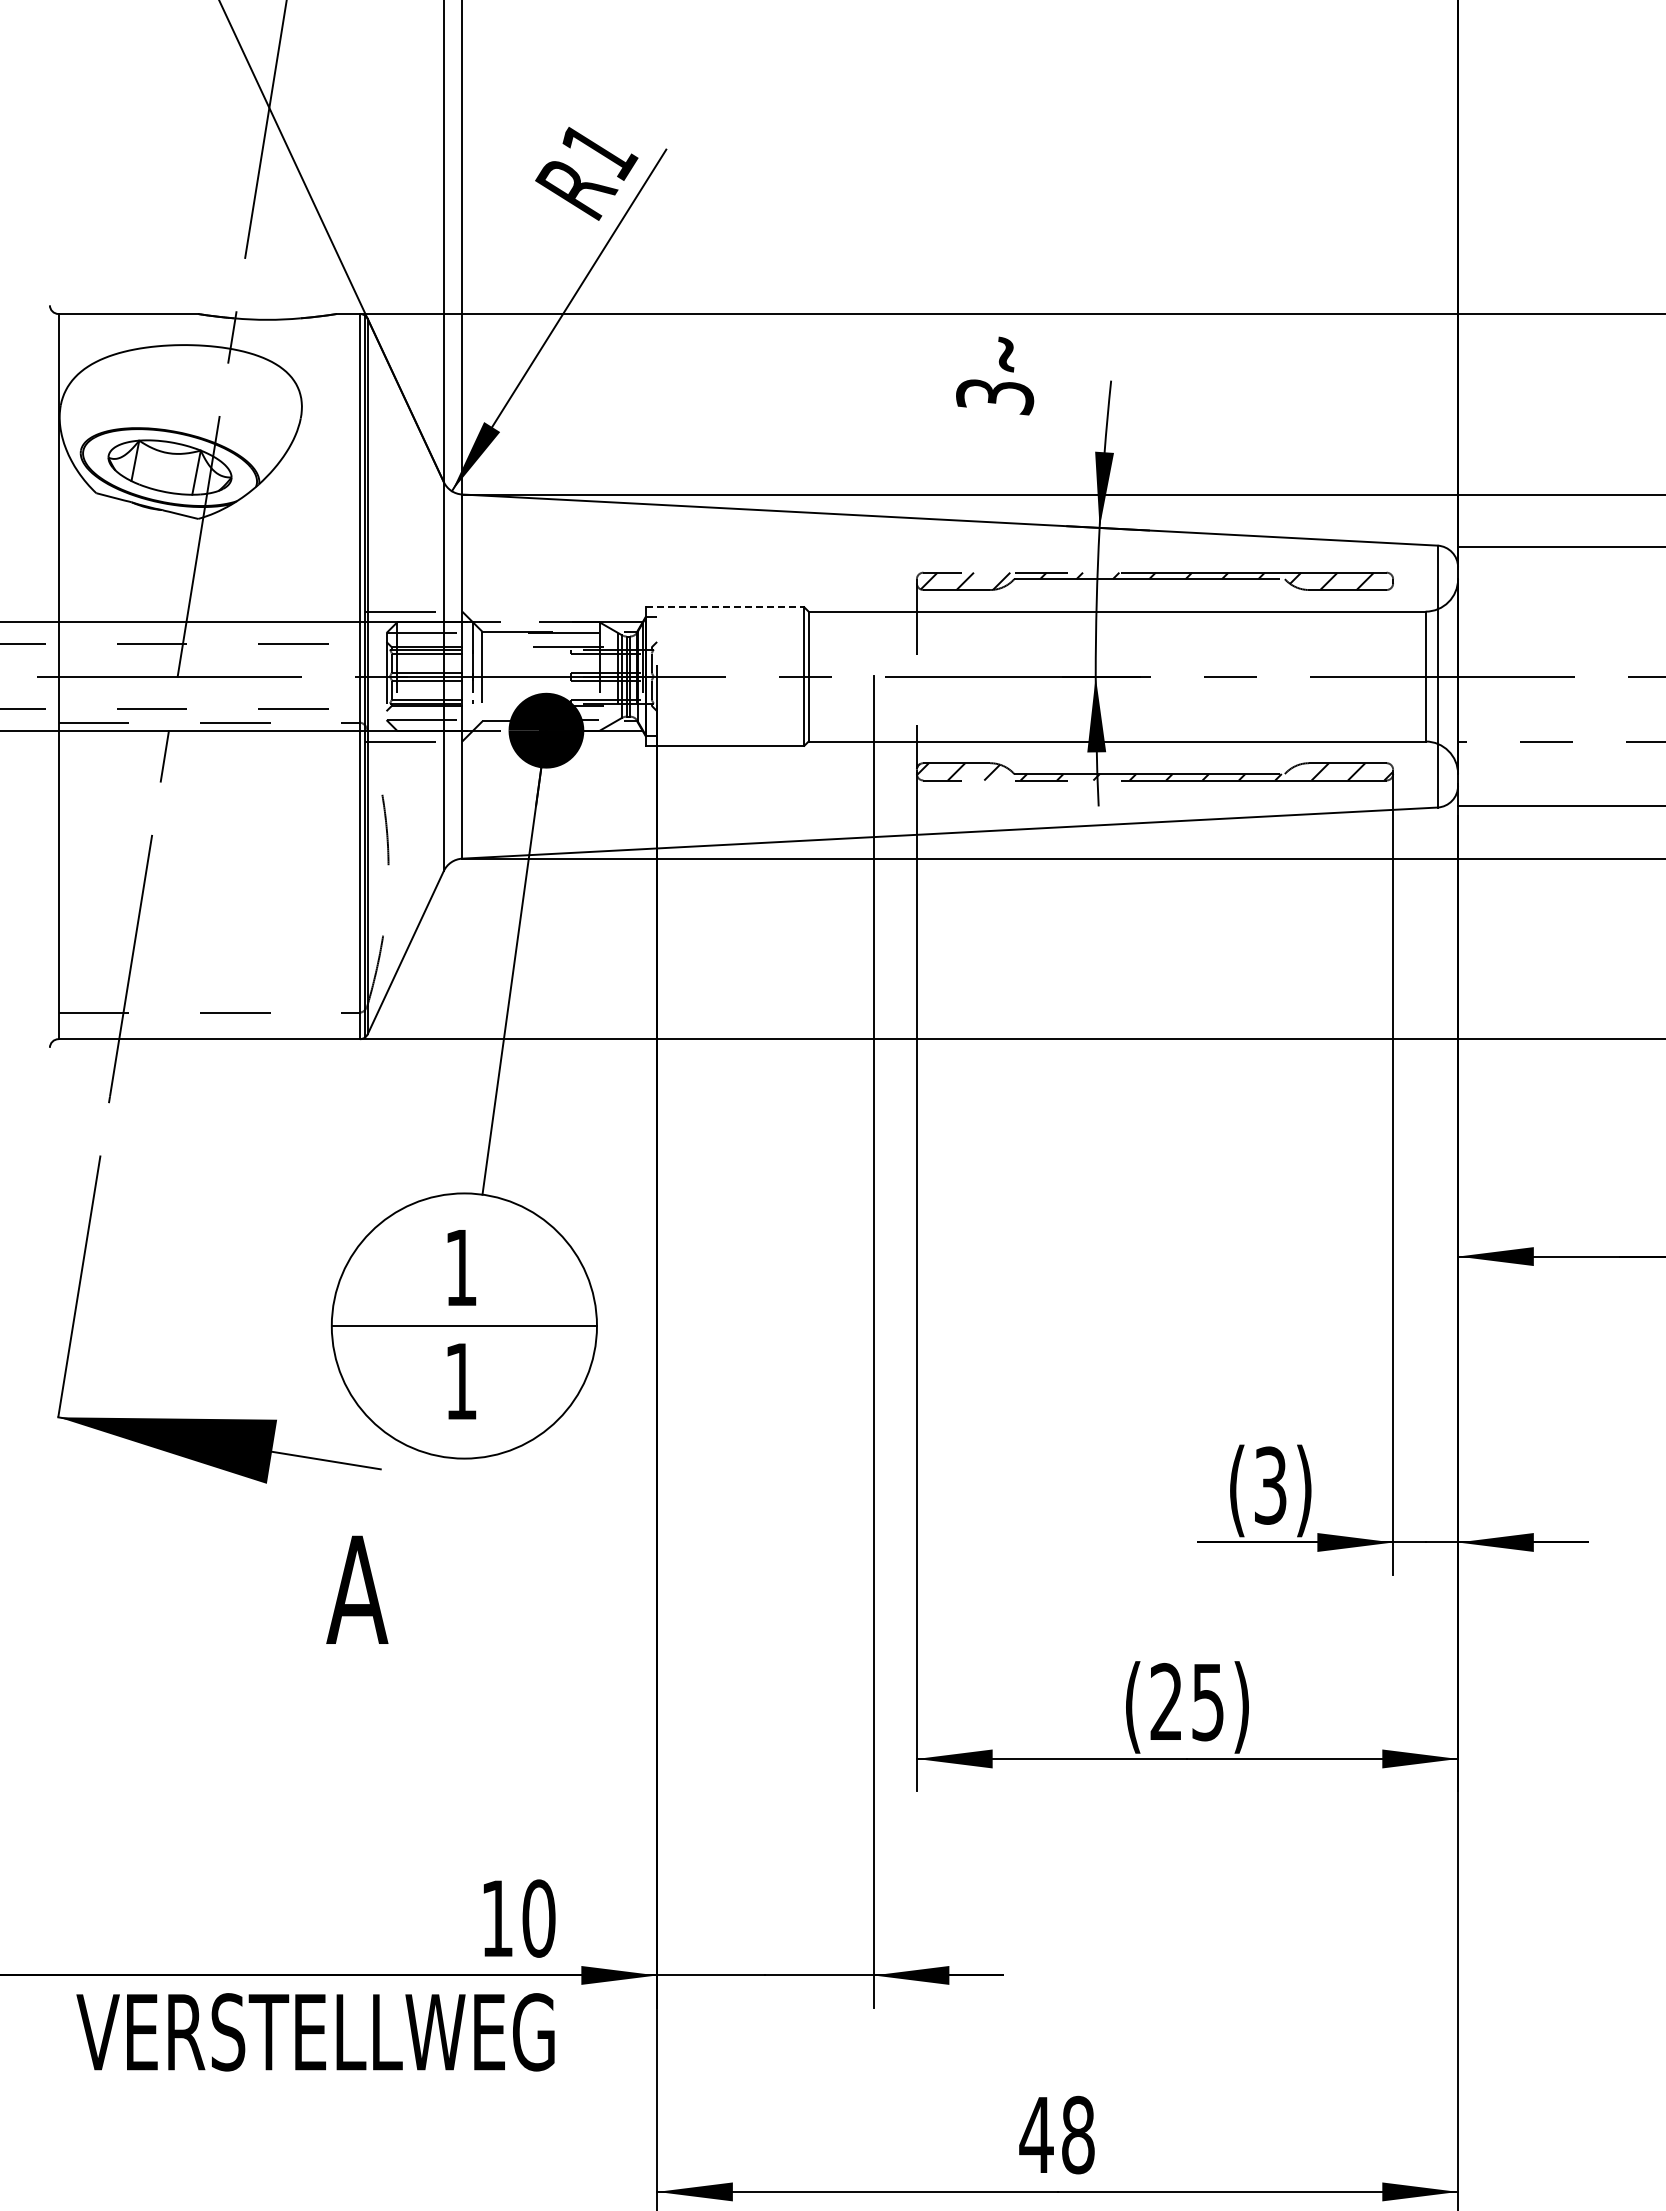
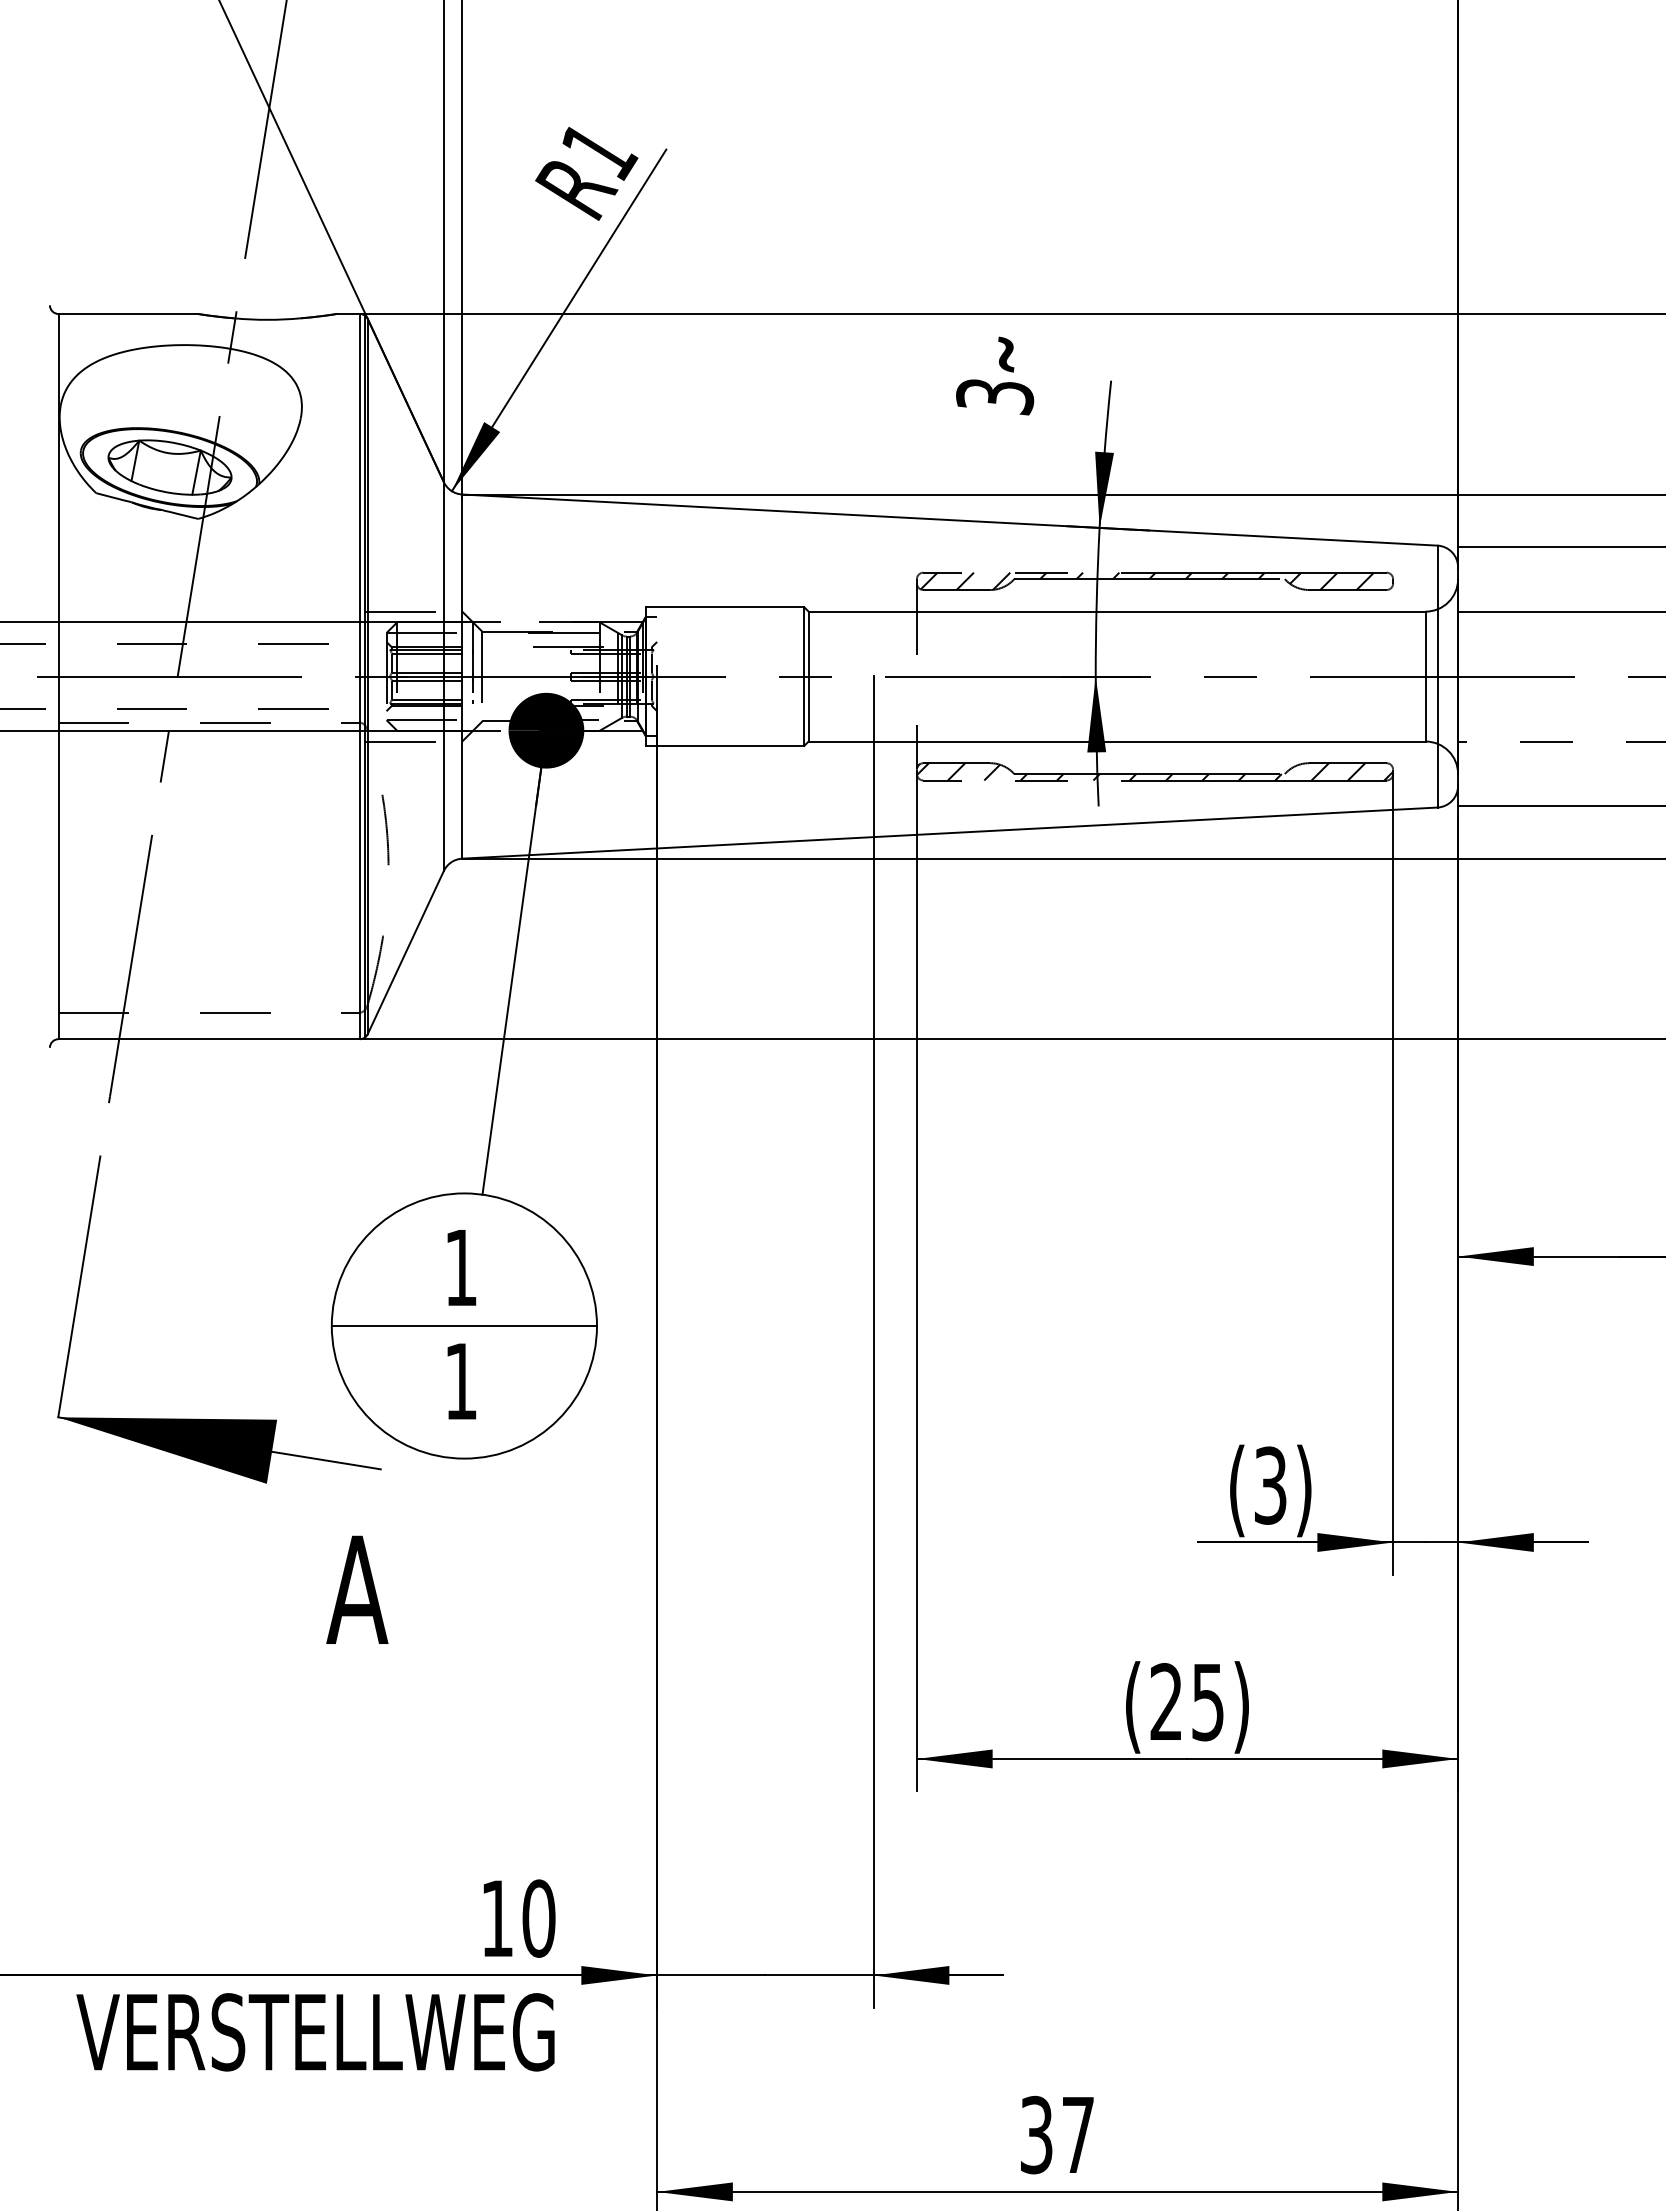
line at (725, 607): dashed -> solid
line at (1560, 611): none -> present
text at (1056, 2134): 48 -> 37
